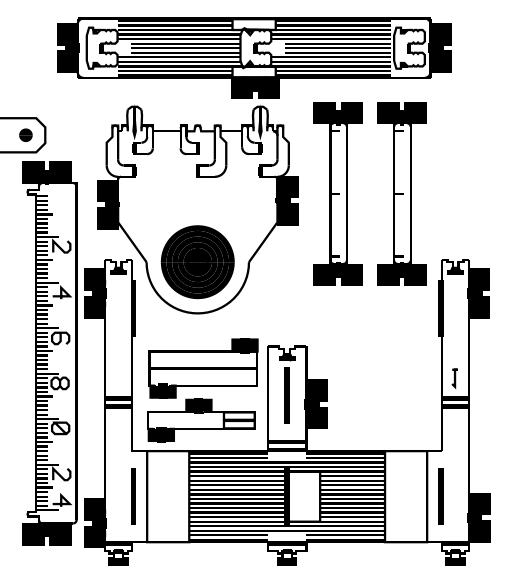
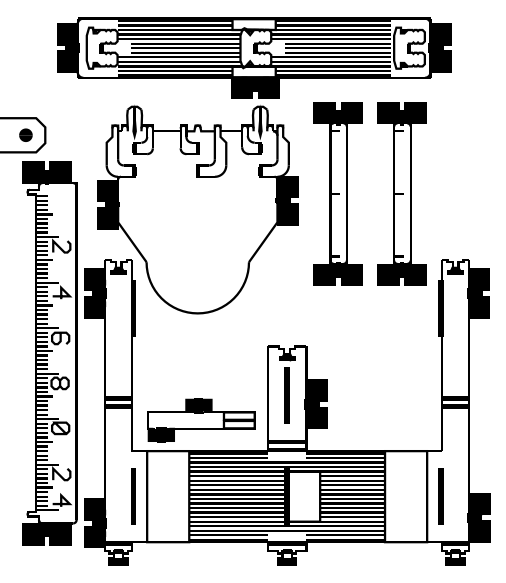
part at (197, 262): present -> none
part at (203, 368): present -> none
line at (454, 378): present -> none
